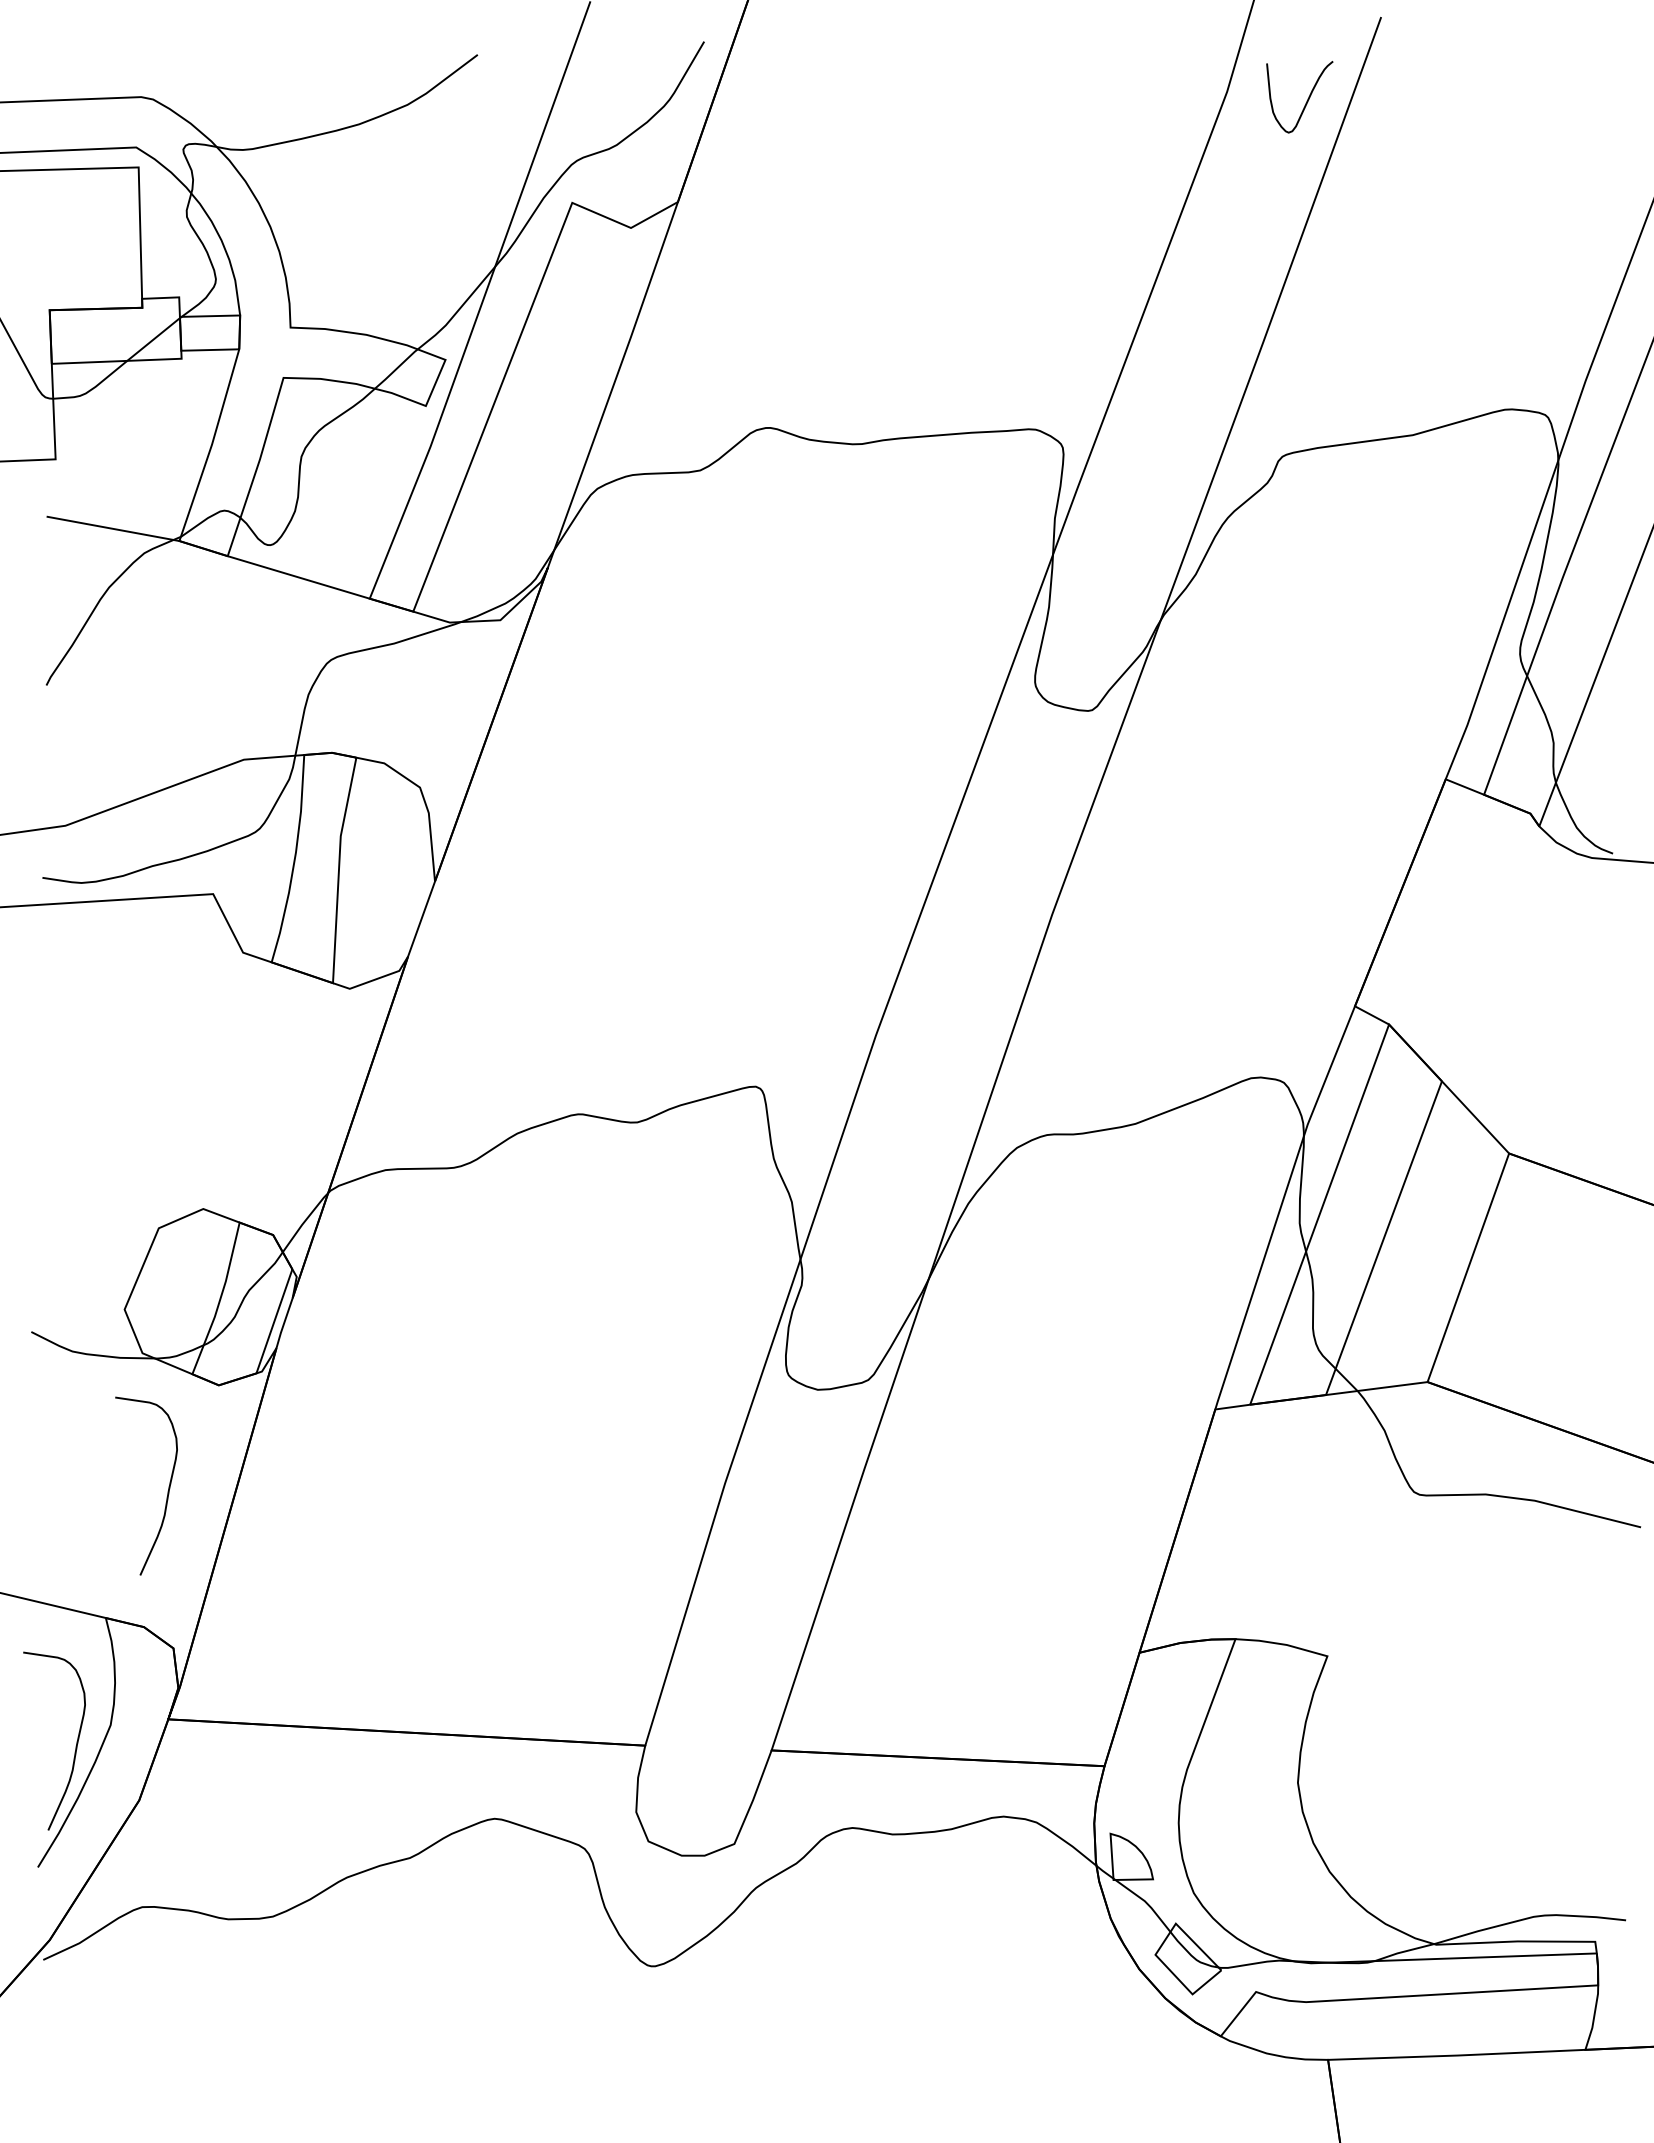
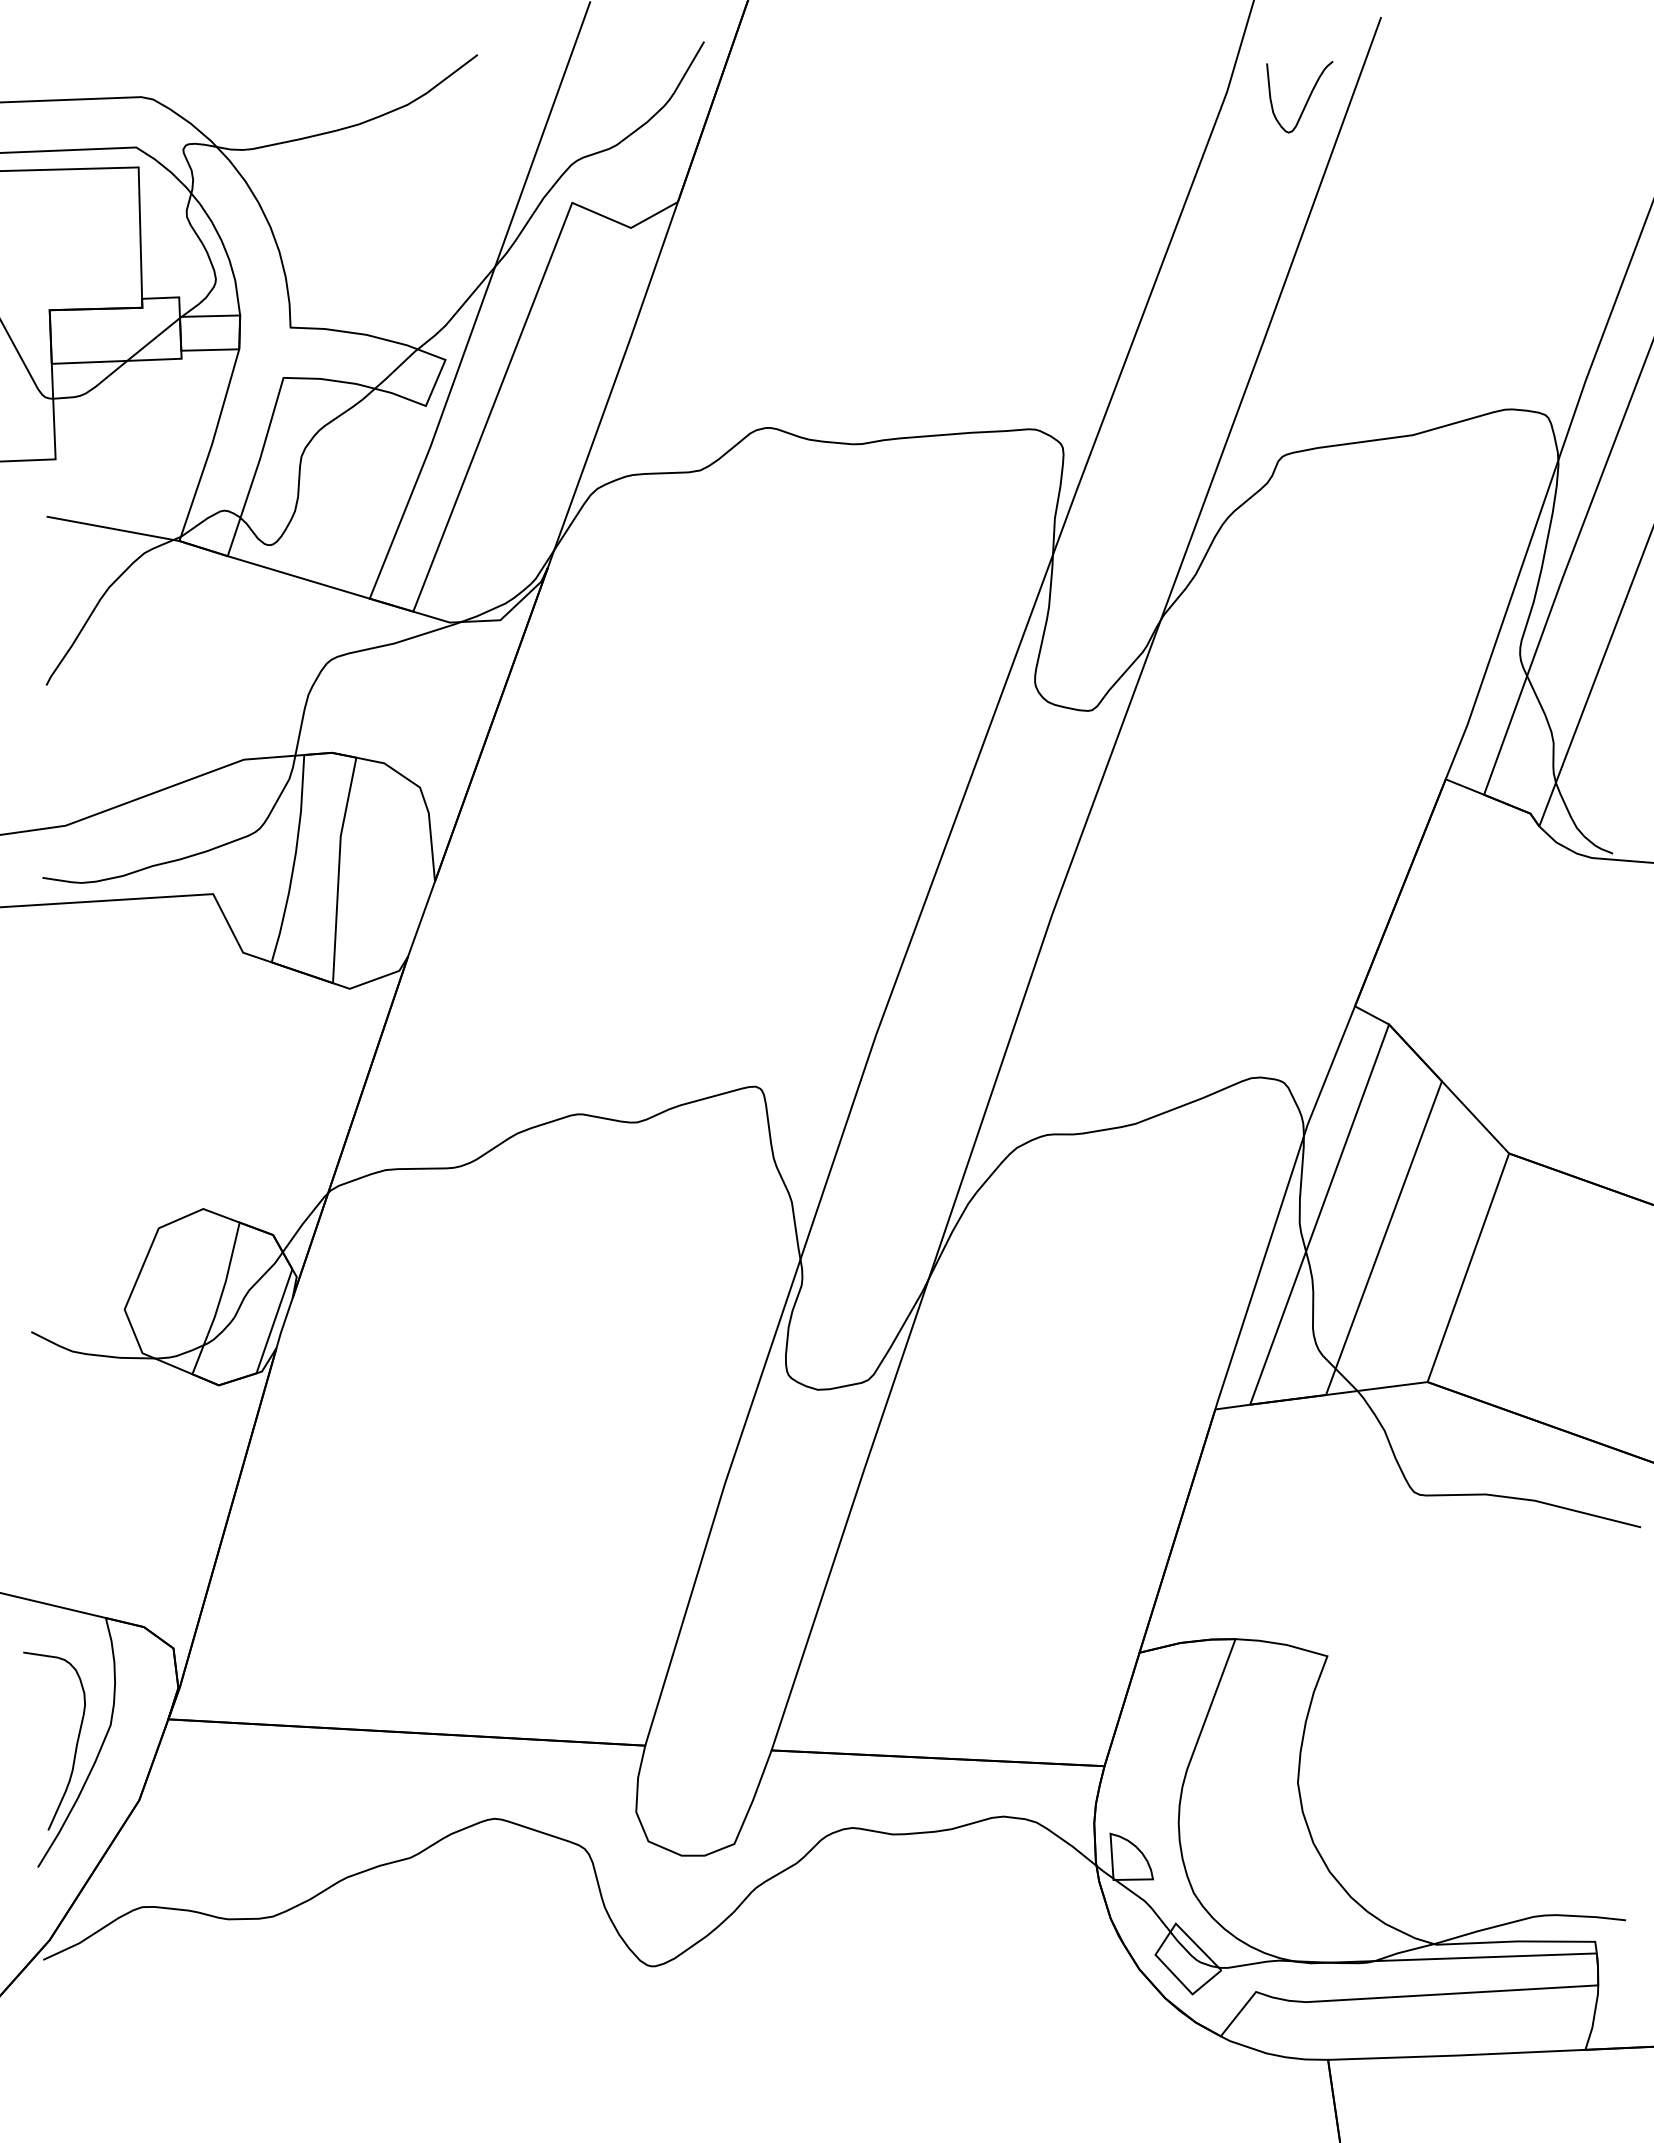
curve at (167, 1491): present -> none
